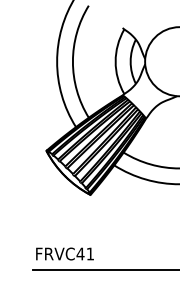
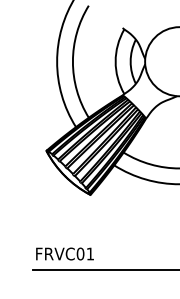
text at (80, 253): FRVC41 -> FRVC01
